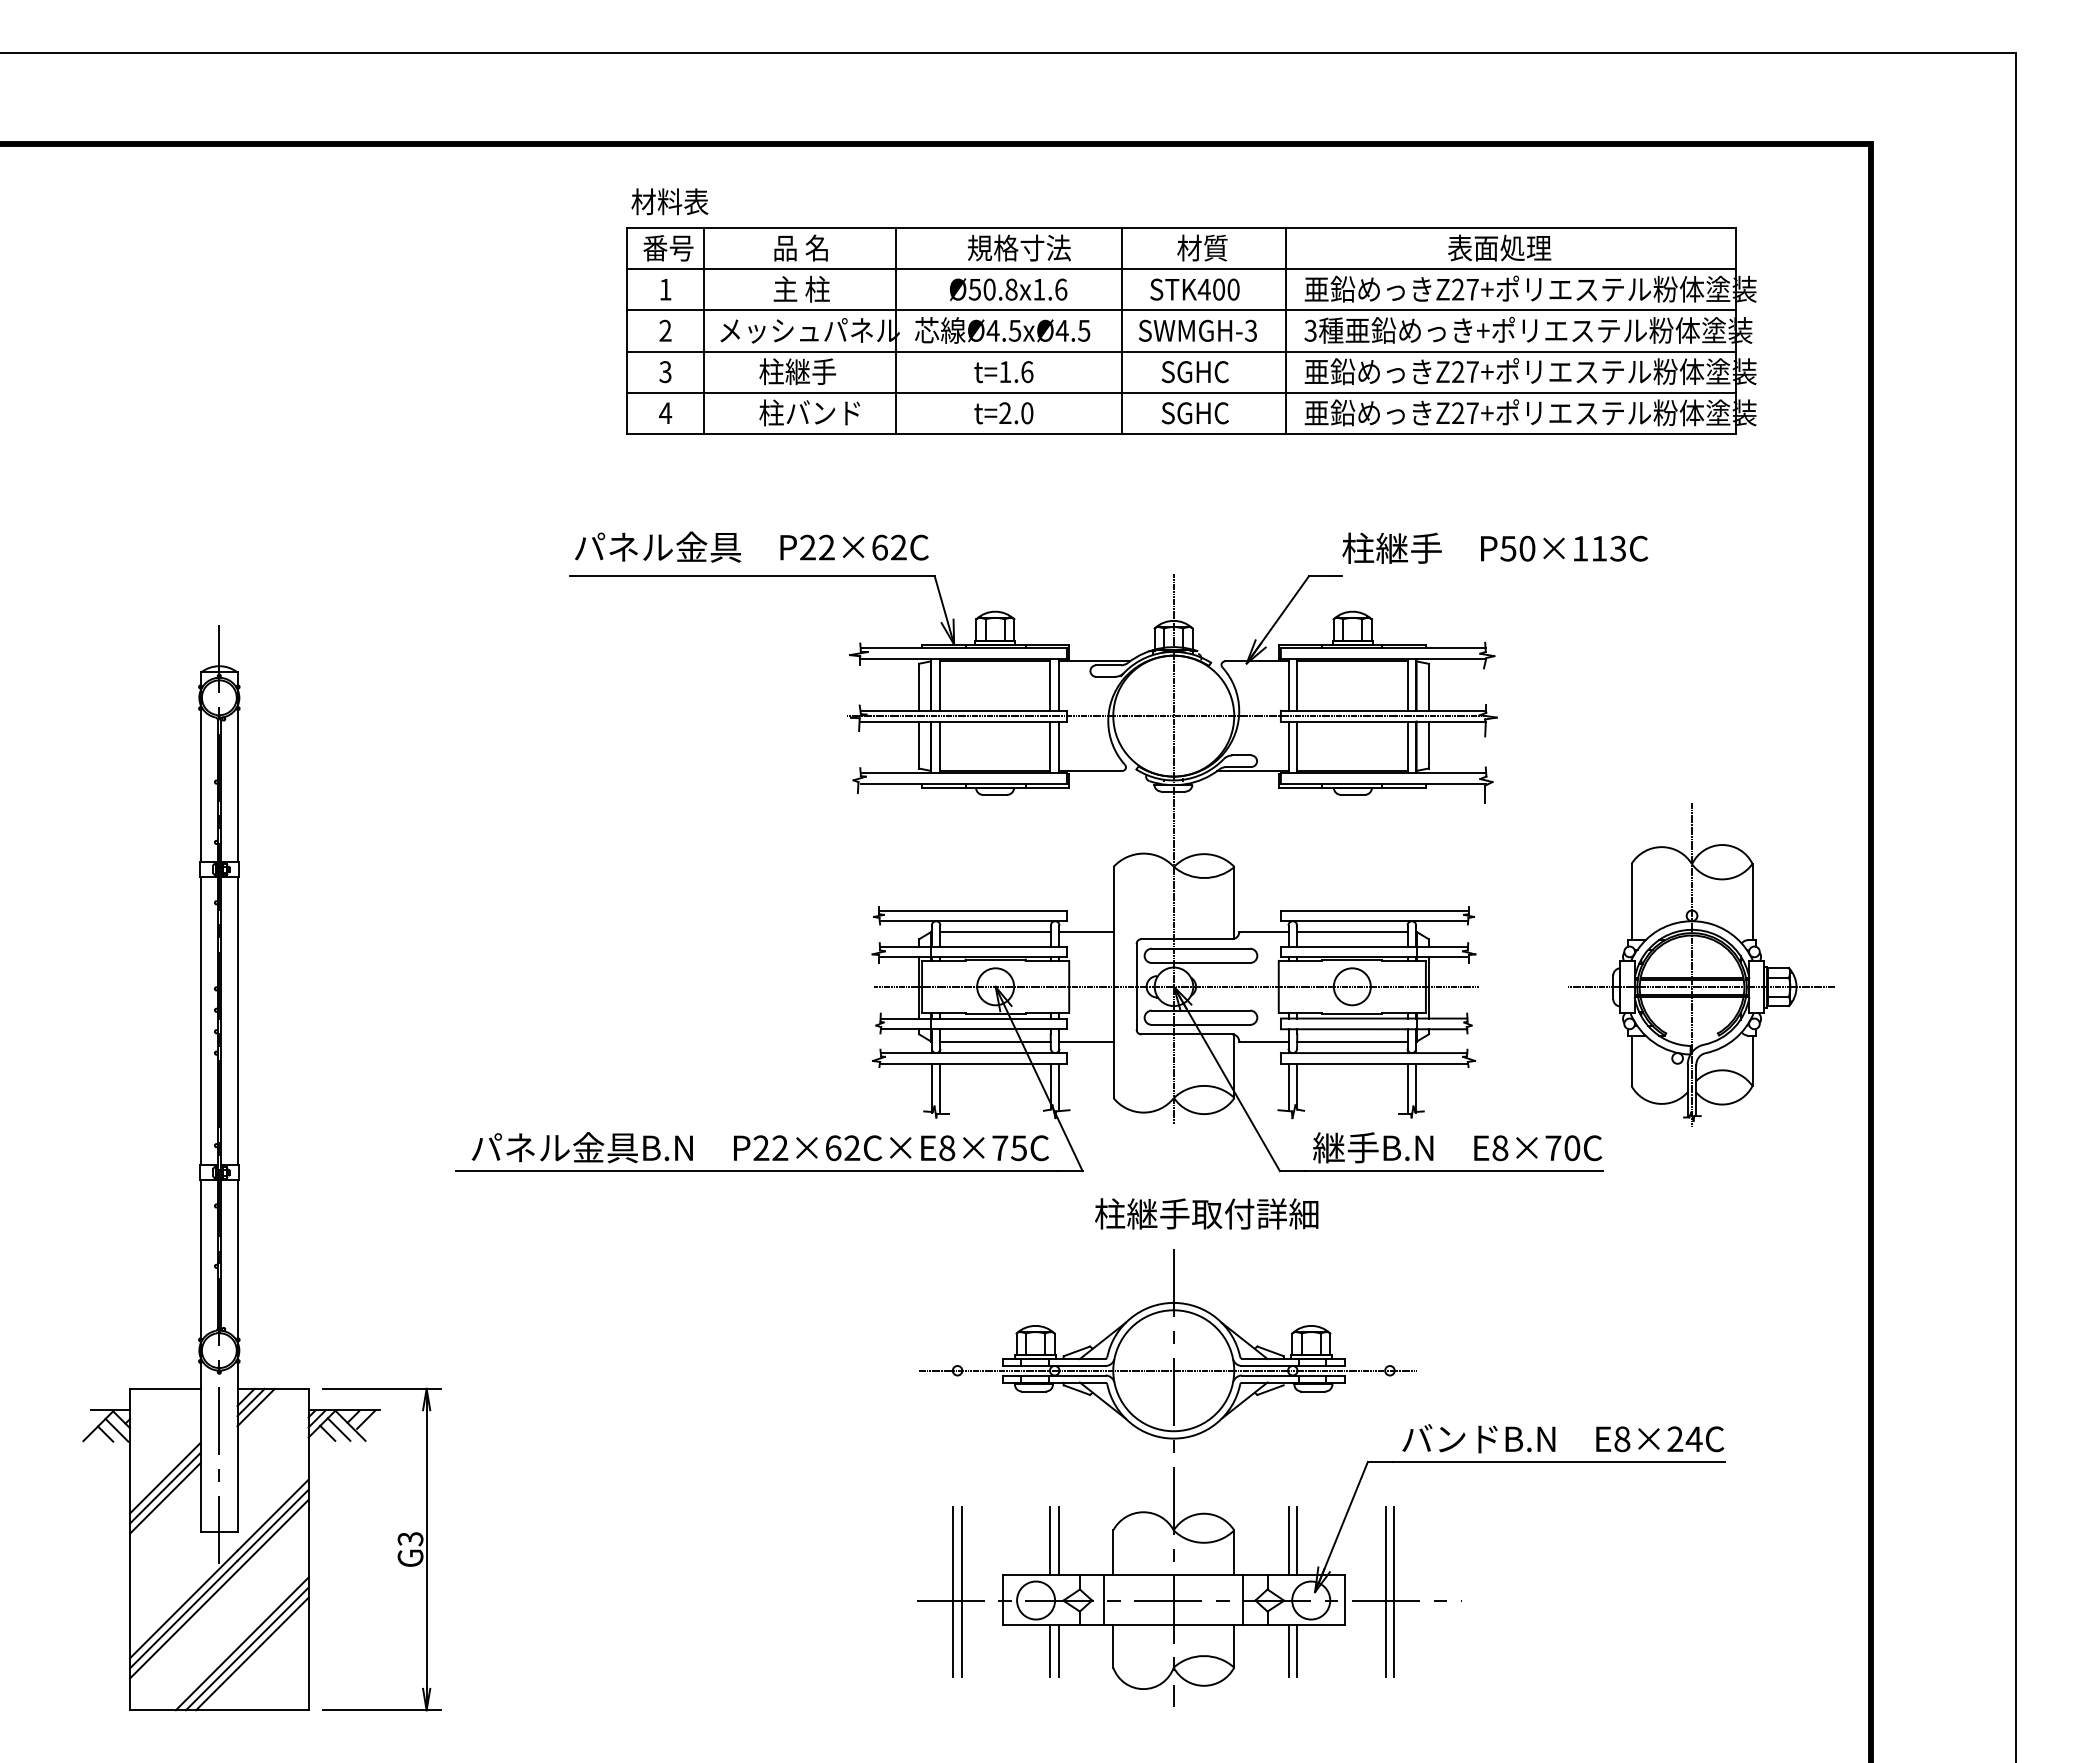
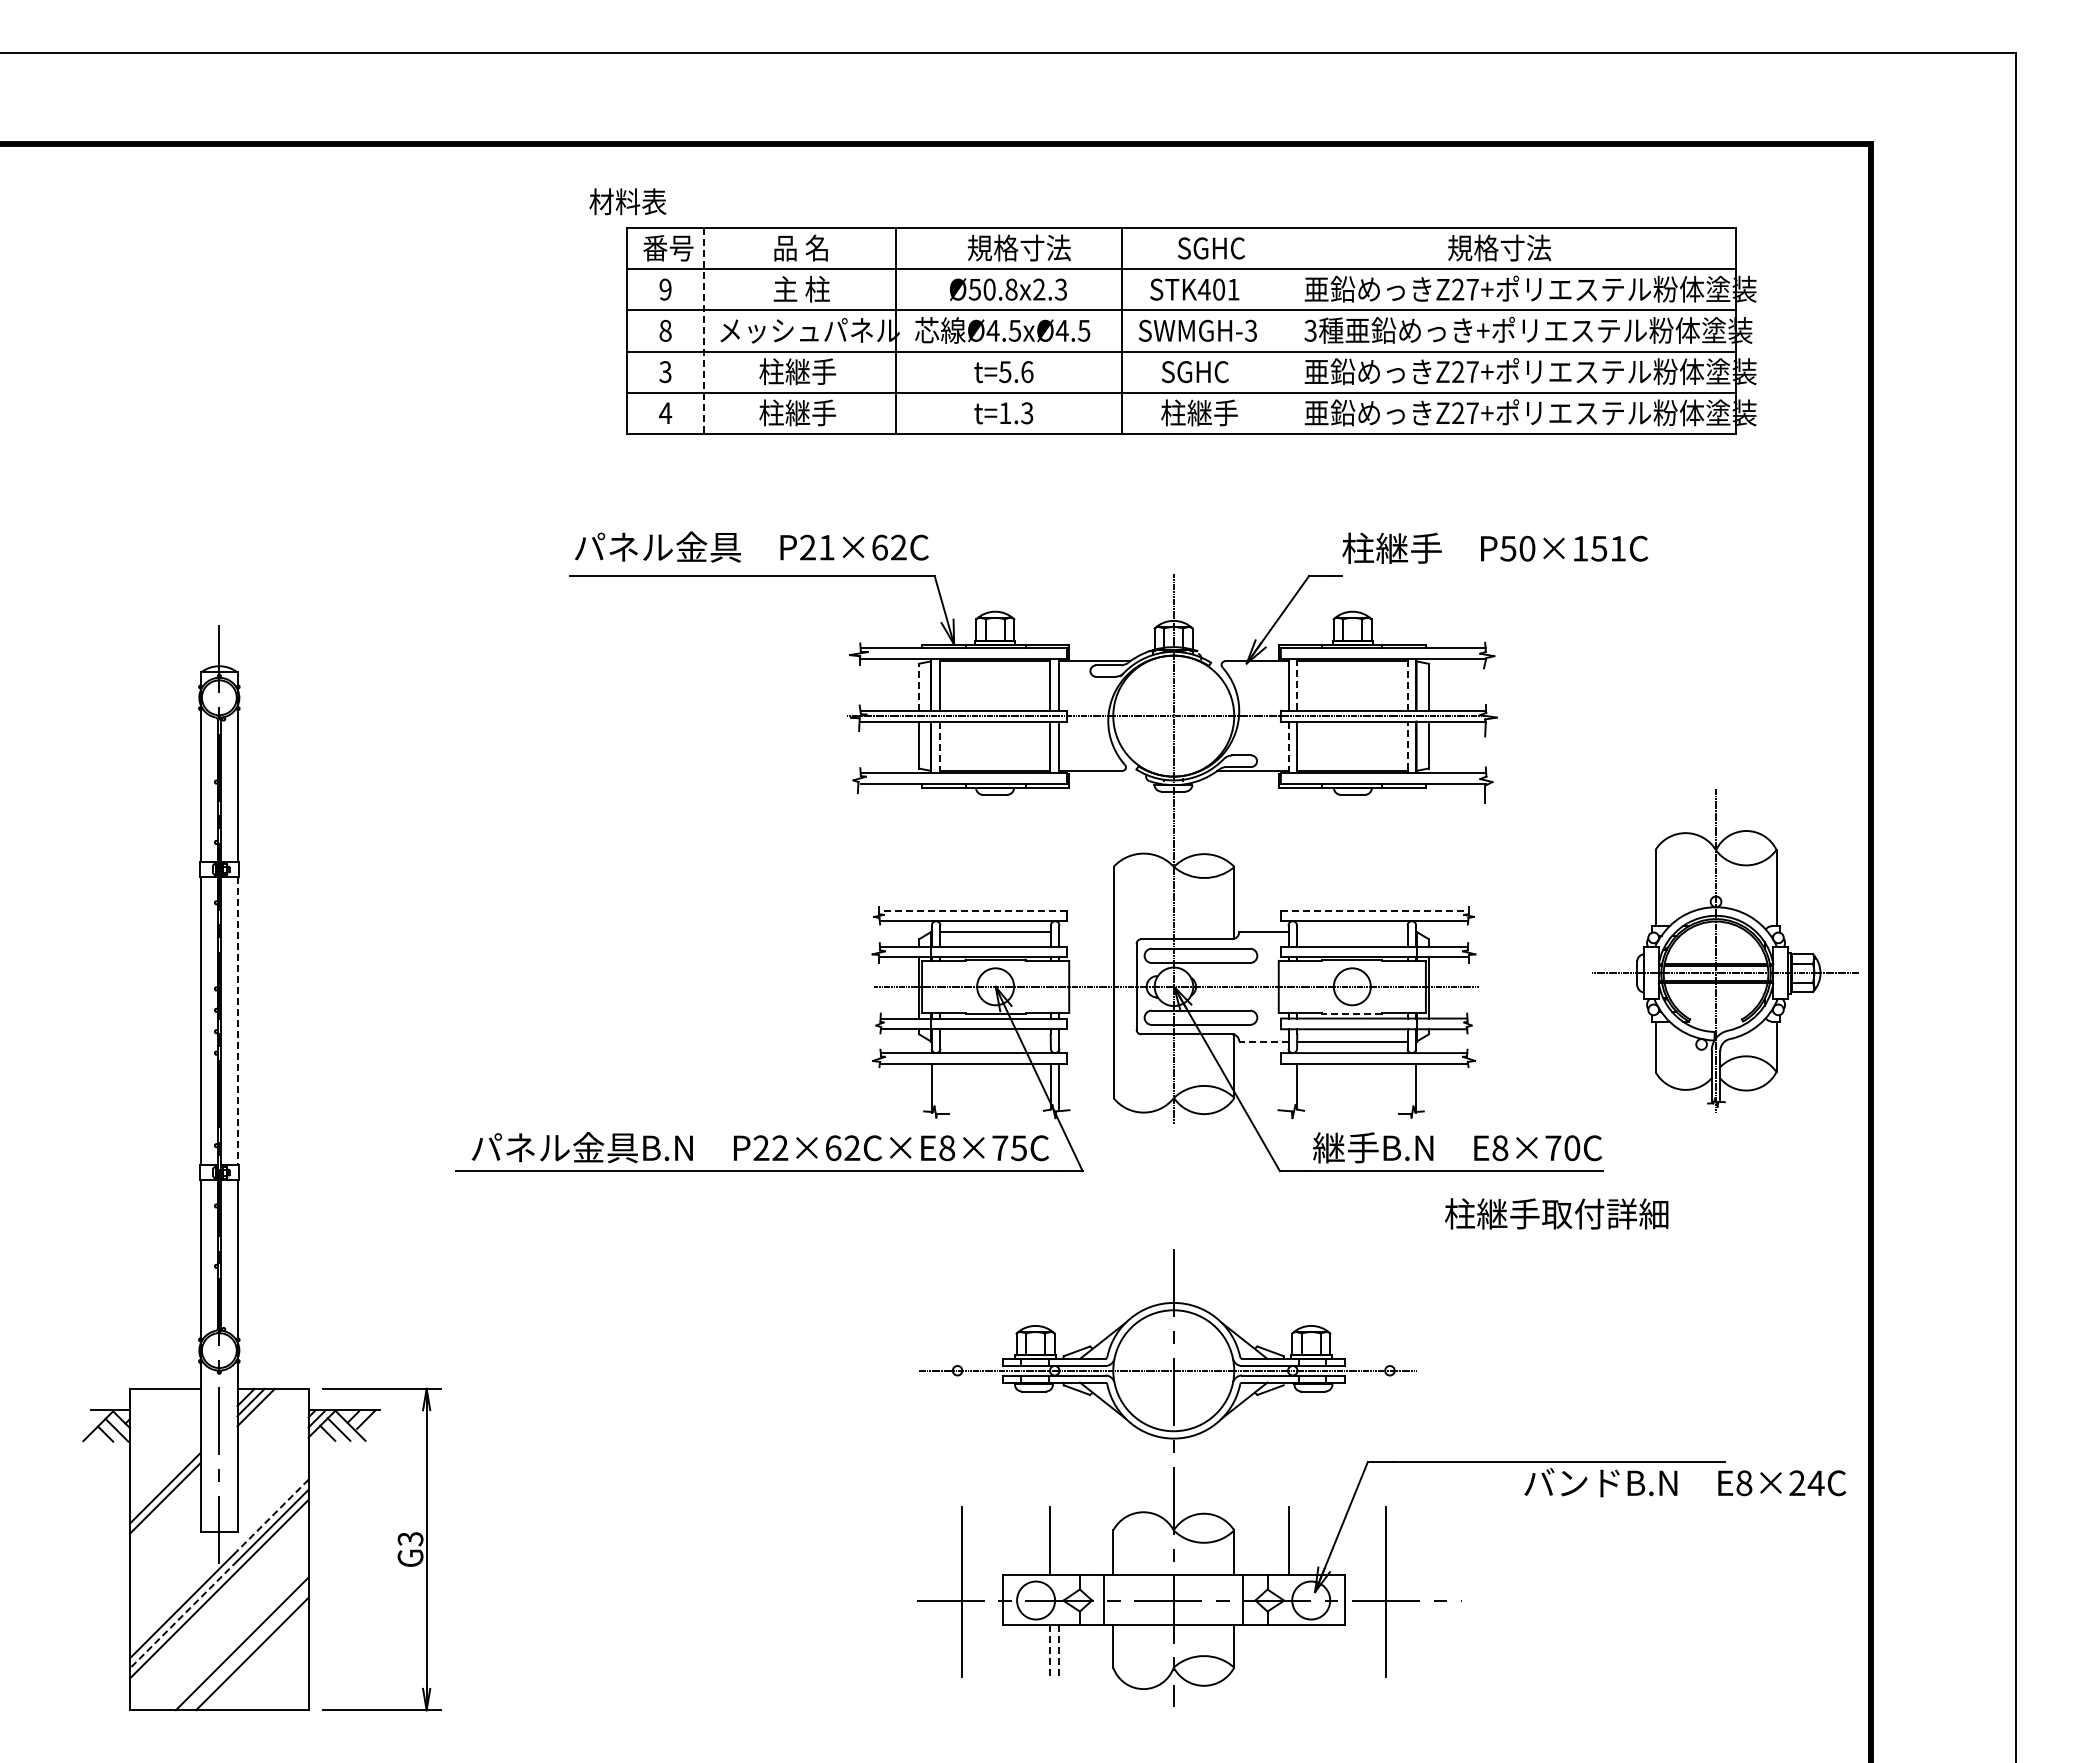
text at (669, 201) position: (669, 201) -> (627, 201)
text at (1210, 247): 材質 -> SGHC
text at (1499, 247): 表面処理 -> 規格寸法
text at (665, 289): 1 -> 9
text at (1050, 289): Ø50.8x1.6 -> Ø50.8x2.3
text at (1233, 289): STK400 -> STK401
text at (665, 330): 2 -> 8
line at (1286, 330): present -> none
line at (703, 331): solid -> dashed
text at (1005, 372): t=1.6 -> t=5.6
text at (822, 412): 柱バンド -> 柱継手
text at (1199, 412): SGHC -> 柱継手
text at (1016, 413): t=2.0 -> t=1.3
text at (826, 547): P22×62C -> P21×62C
text at (1608, 548): P50×113C -> P50×151C
line at (1297, 684): solid -> dashed
line at (1407, 684): solid -> dashed
line at (919, 687): solid -> dashed
line at (939, 745): solid -> dashed
line at (1407, 745): solid -> dashed
line at (1288, 746): solid -> dashed
line at (973, 910): solid -> dashed
line at (1374, 910): solid -> dashed
line at (1086, 932): present -> none
line at (1352, 932): present -> none
part at (1701, 964) position: (1701, 964) -> (1725, 950)
line at (1352, 1013): solid -> dashed
line at (237, 1021): solid -> dashed
line at (995, 1041): present -> none
line at (1086, 1041): present -> none
line at (1263, 1041): solid -> dashed
line at (1288, 1086): present -> none
line at (940, 1087): present -> none
line at (1407, 1087): present -> none
text at (1206, 1213) position: (1206, 1213) -> (1556, 1213)
text at (1563, 1438) position: (1563, 1438) -> (1685, 1482)
line at (165, 1478): present -> none
line at (272, 1515): solid -> dashed
line at (1059, 1540): present -> none
line at (1297, 1540): present -> none
line at (953, 1591): present -> none
line at (1394, 1591): present -> none
line at (183, 1614): solid -> dashed
line at (246, 1648): present -> none
line at (1288, 1650): present -> none
line at (1297, 1650): present -> none
line at (1050, 1651): solid -> dashed
line at (1059, 1651): solid -> dashed
